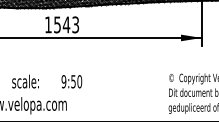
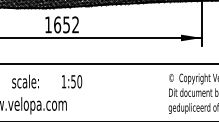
text at (66, 24): 1543 -> 1652
line at (108, 64): none -> present
text at (63, 81): 9:50 -> 1:50
